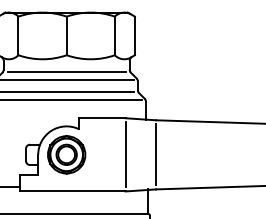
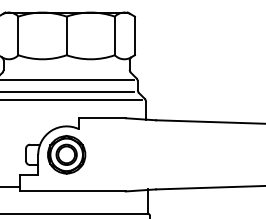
line at (66, 71): present -> none
line at (125, 154): present -> none
line at (156, 154): present -> none
